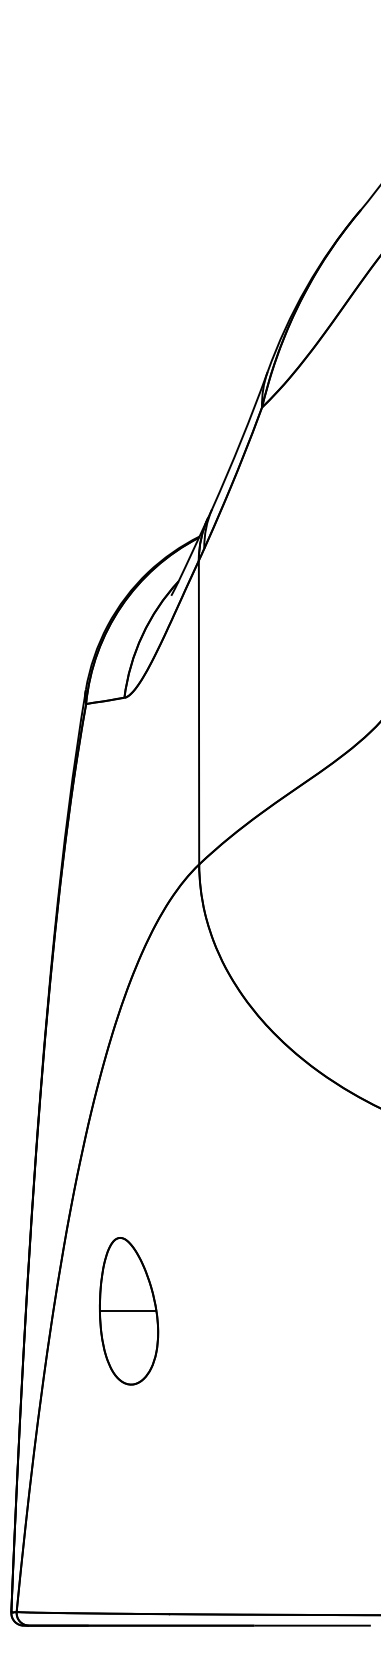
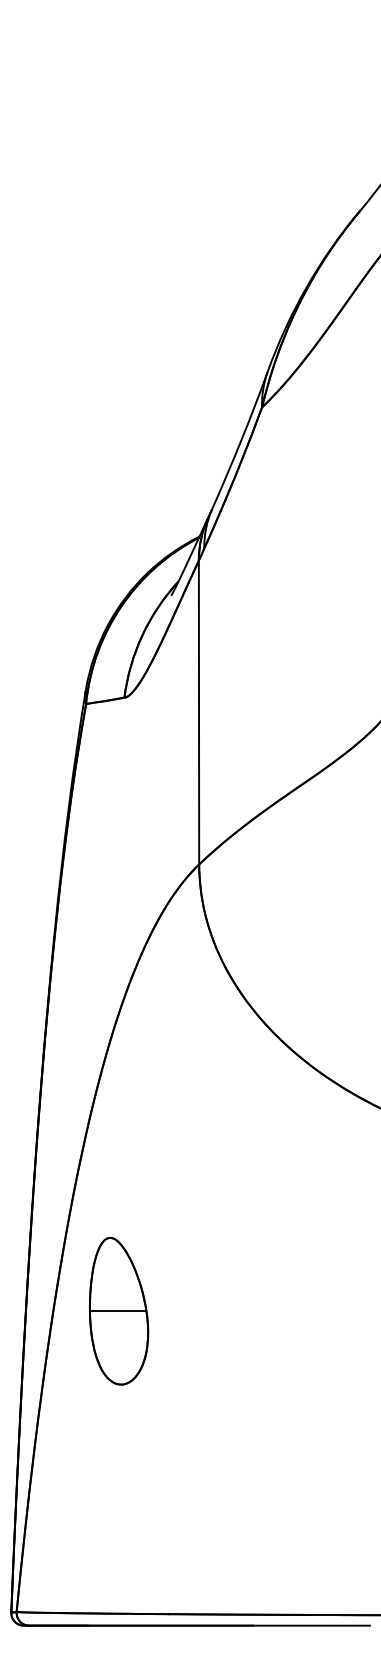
part at (129, 1311) position: (129, 1311) -> (119, 1311)
